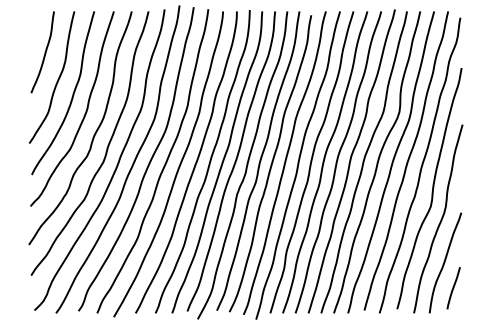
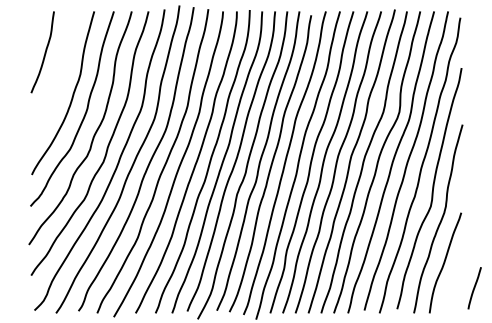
curve at (57, 79): present -> none
line at (453, 288) position: (453, 288) -> (474, 288)
